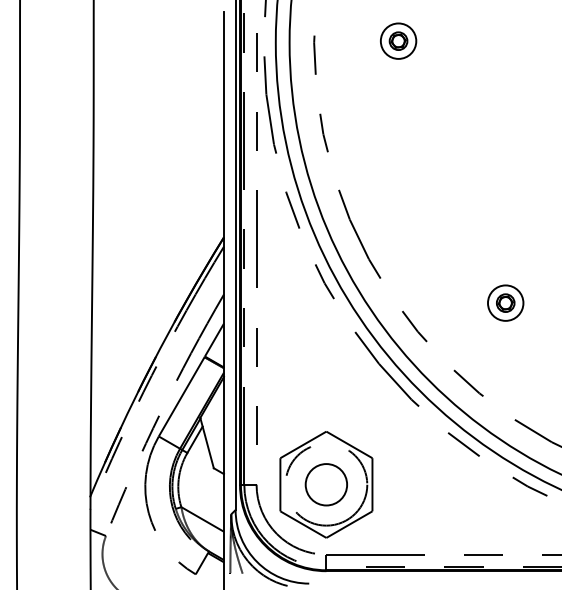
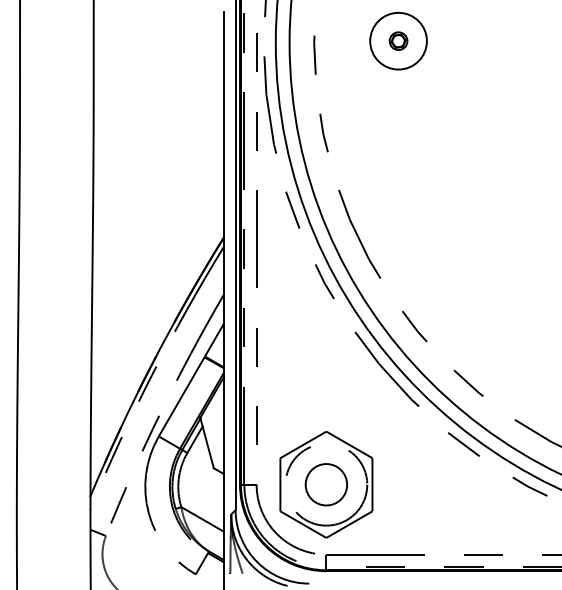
circle at (398, 40) diameter: 35 px -> 57 px
part at (505, 302): present -> none
